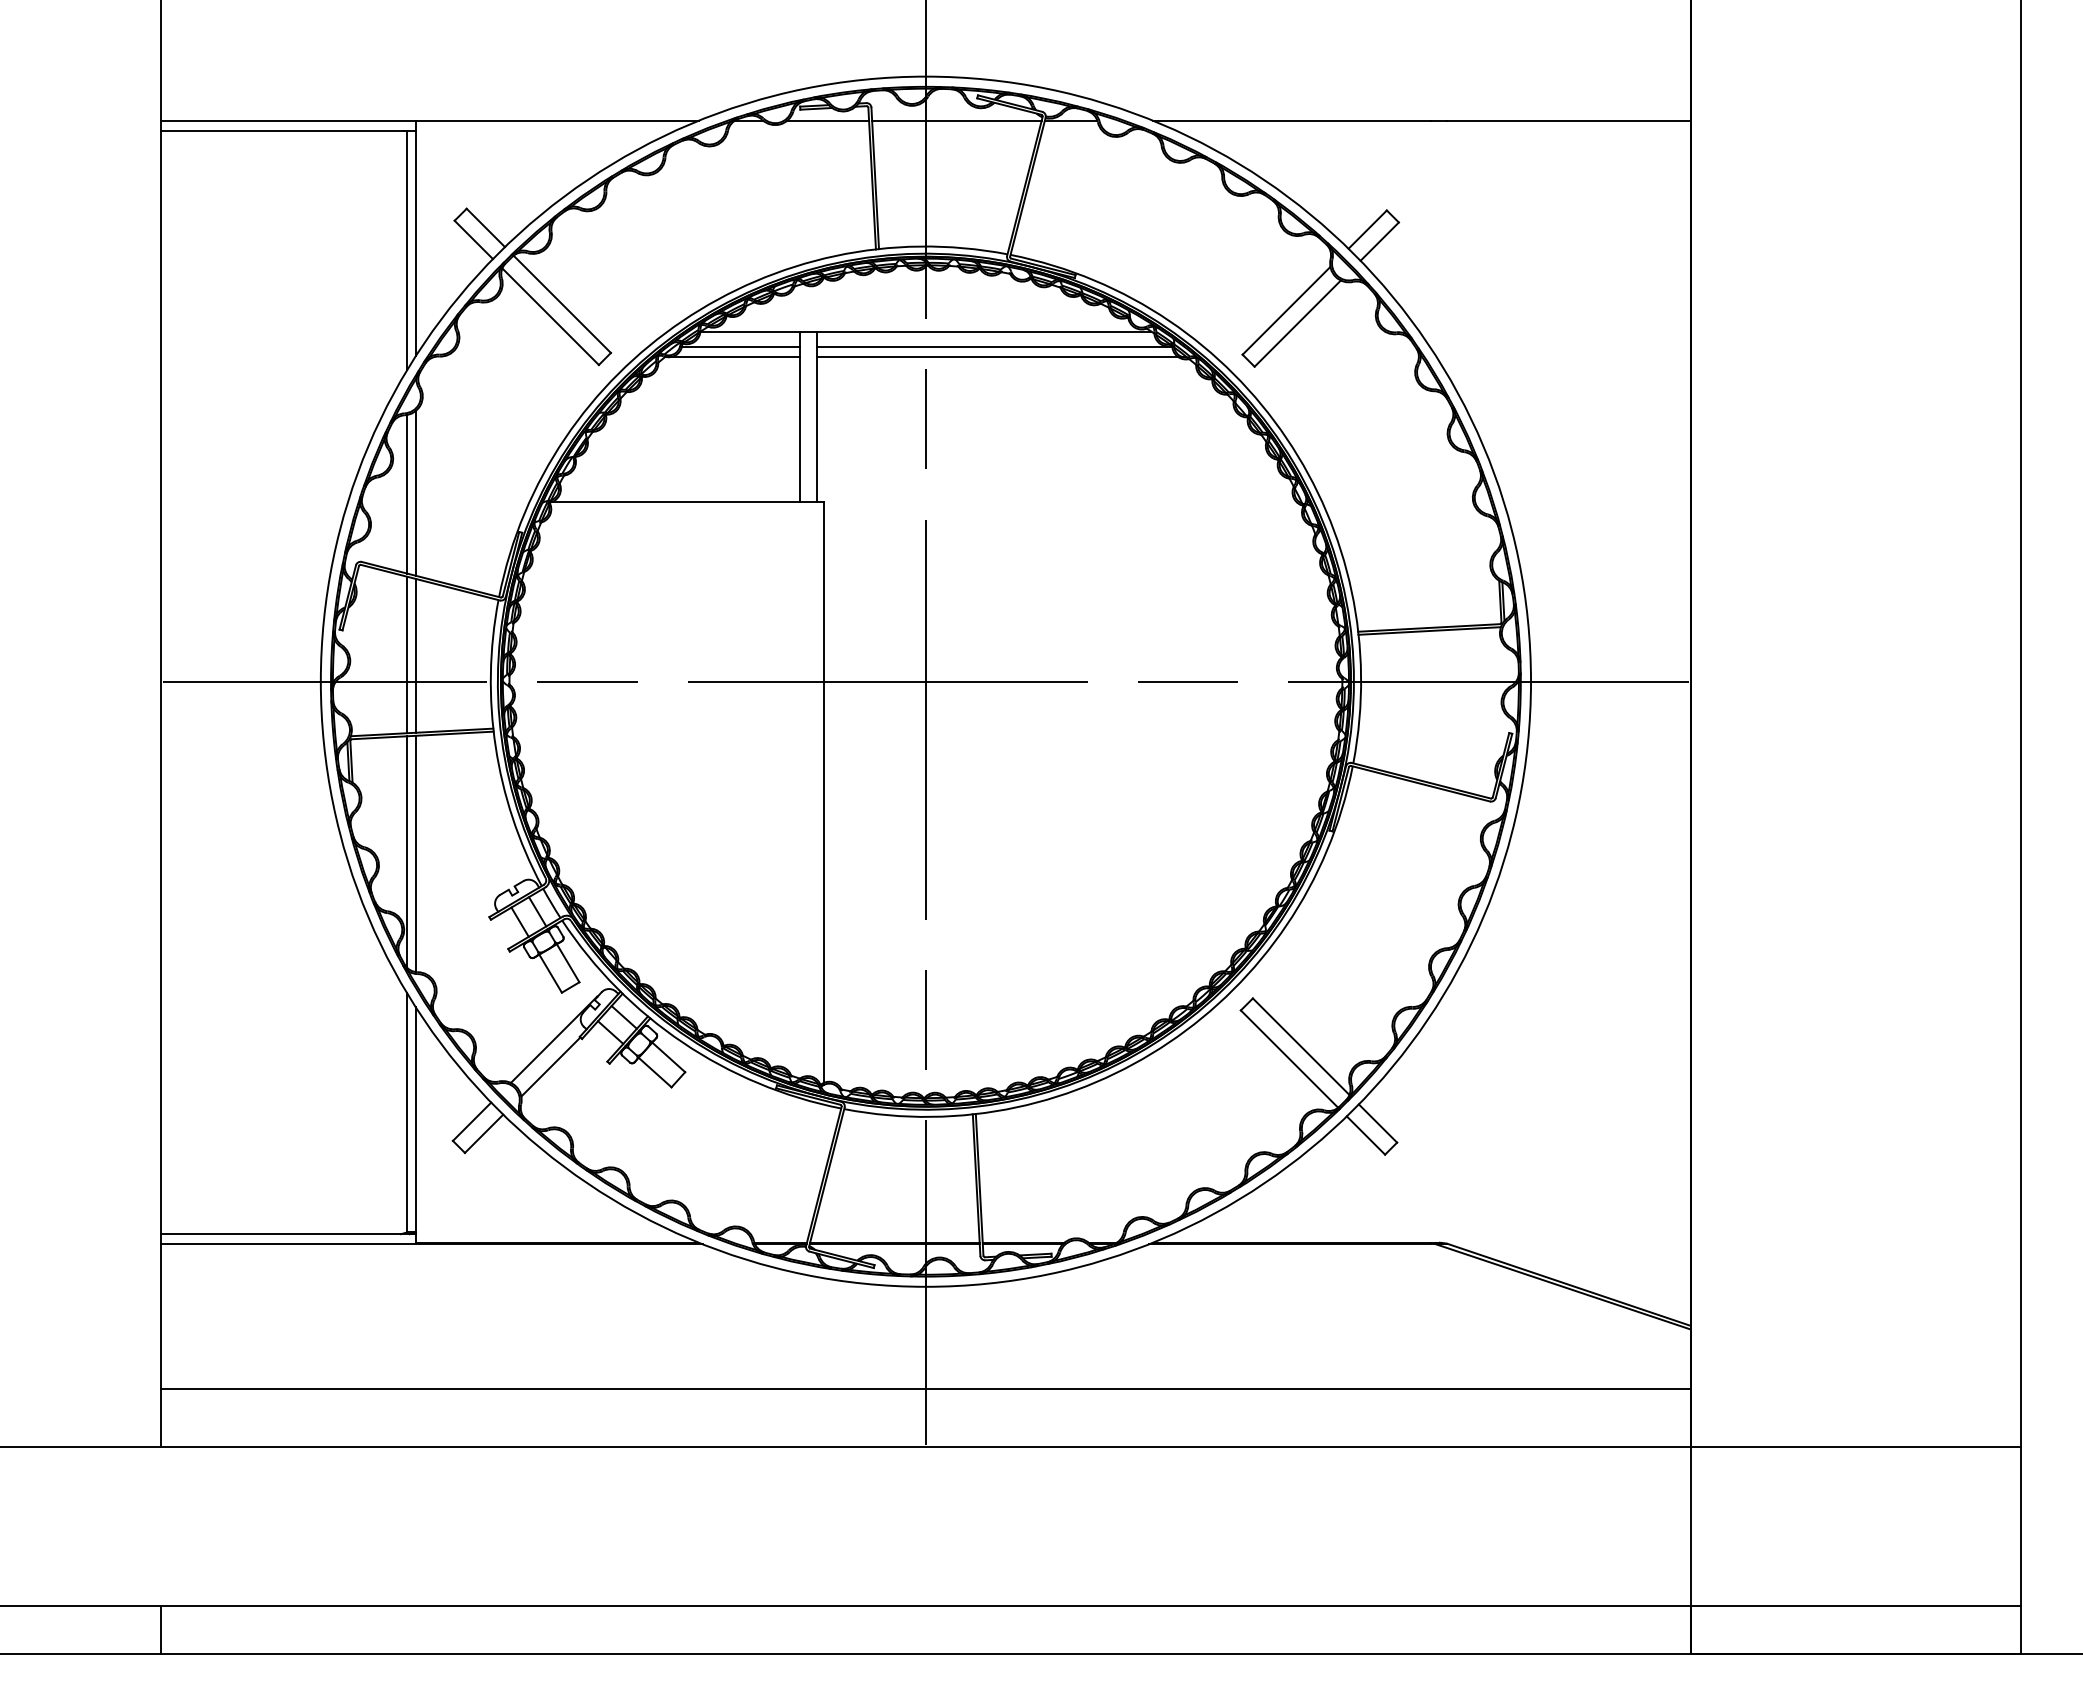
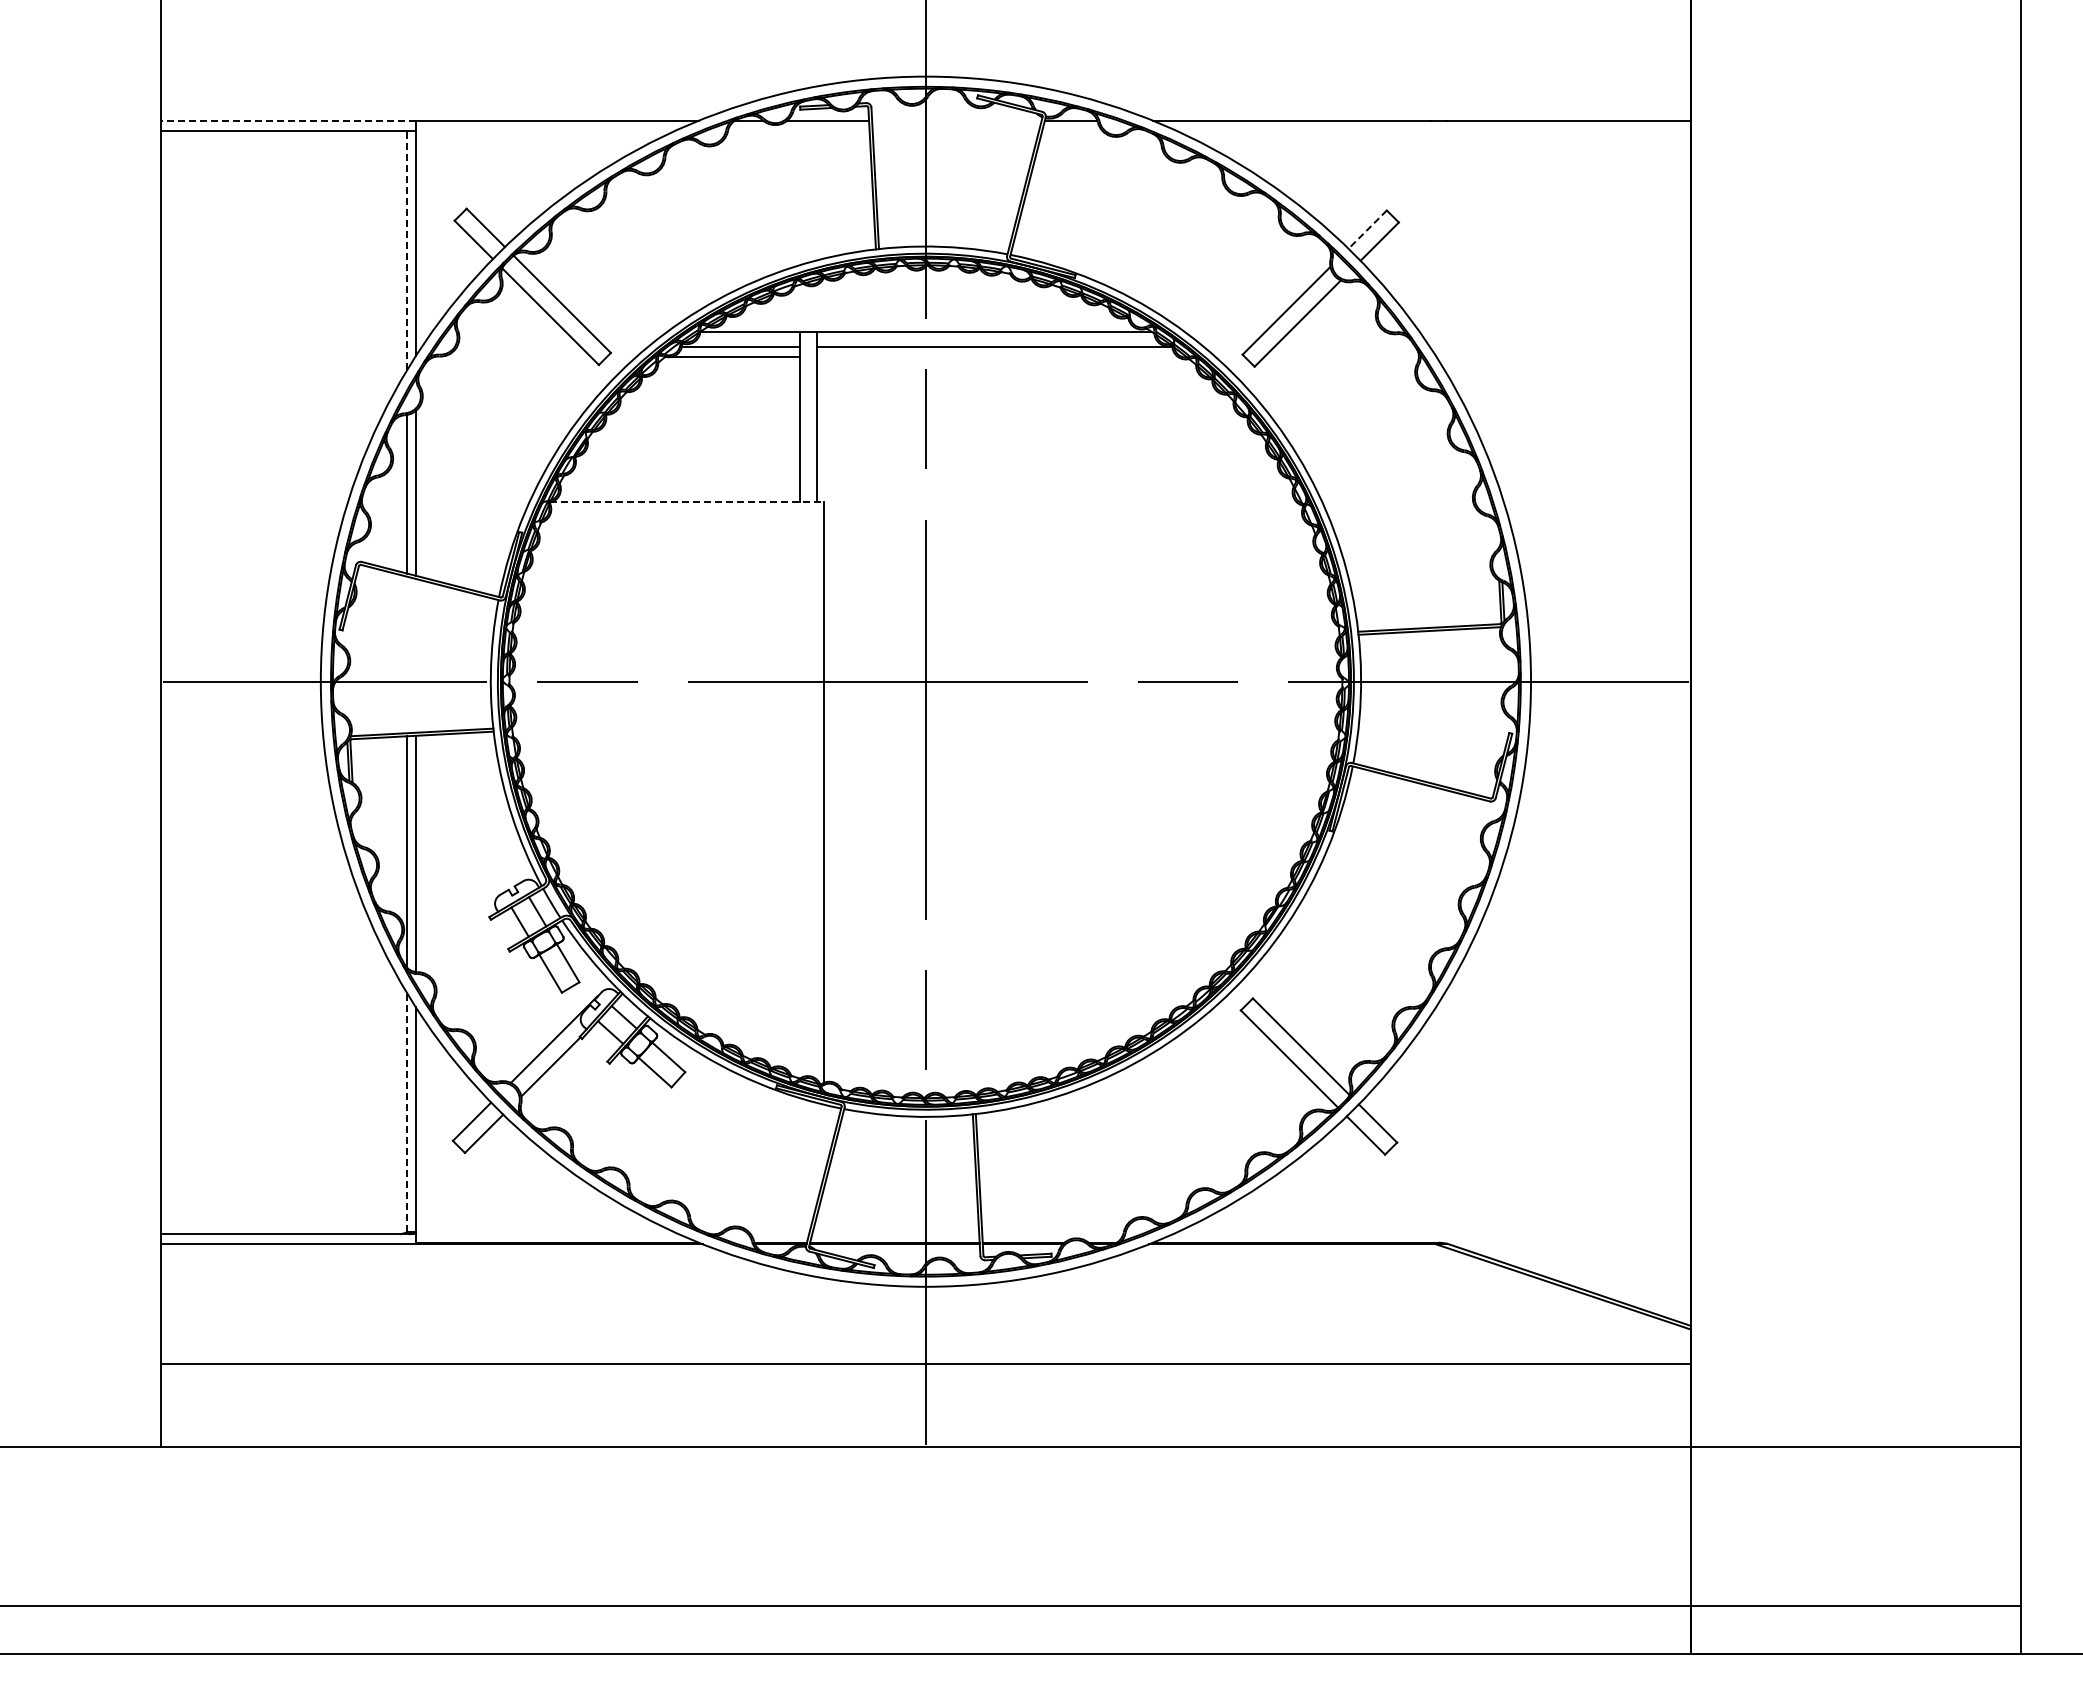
line at (288, 120): solid -> dashed
line at (956, 120): present -> none
line at (1367, 229): solid -> dashed
line at (407, 250): solid -> dashed
line at (1001, 356): present -> none
line at (687, 501): solid -> dashed
line at (407, 654): present -> none
line at (416, 655): present -> none
line at (407, 1112): solid -> dashed
line at (925, 1388) position: (925, 1388) -> (925, 1363)
line at (161, 1629): present -> none
